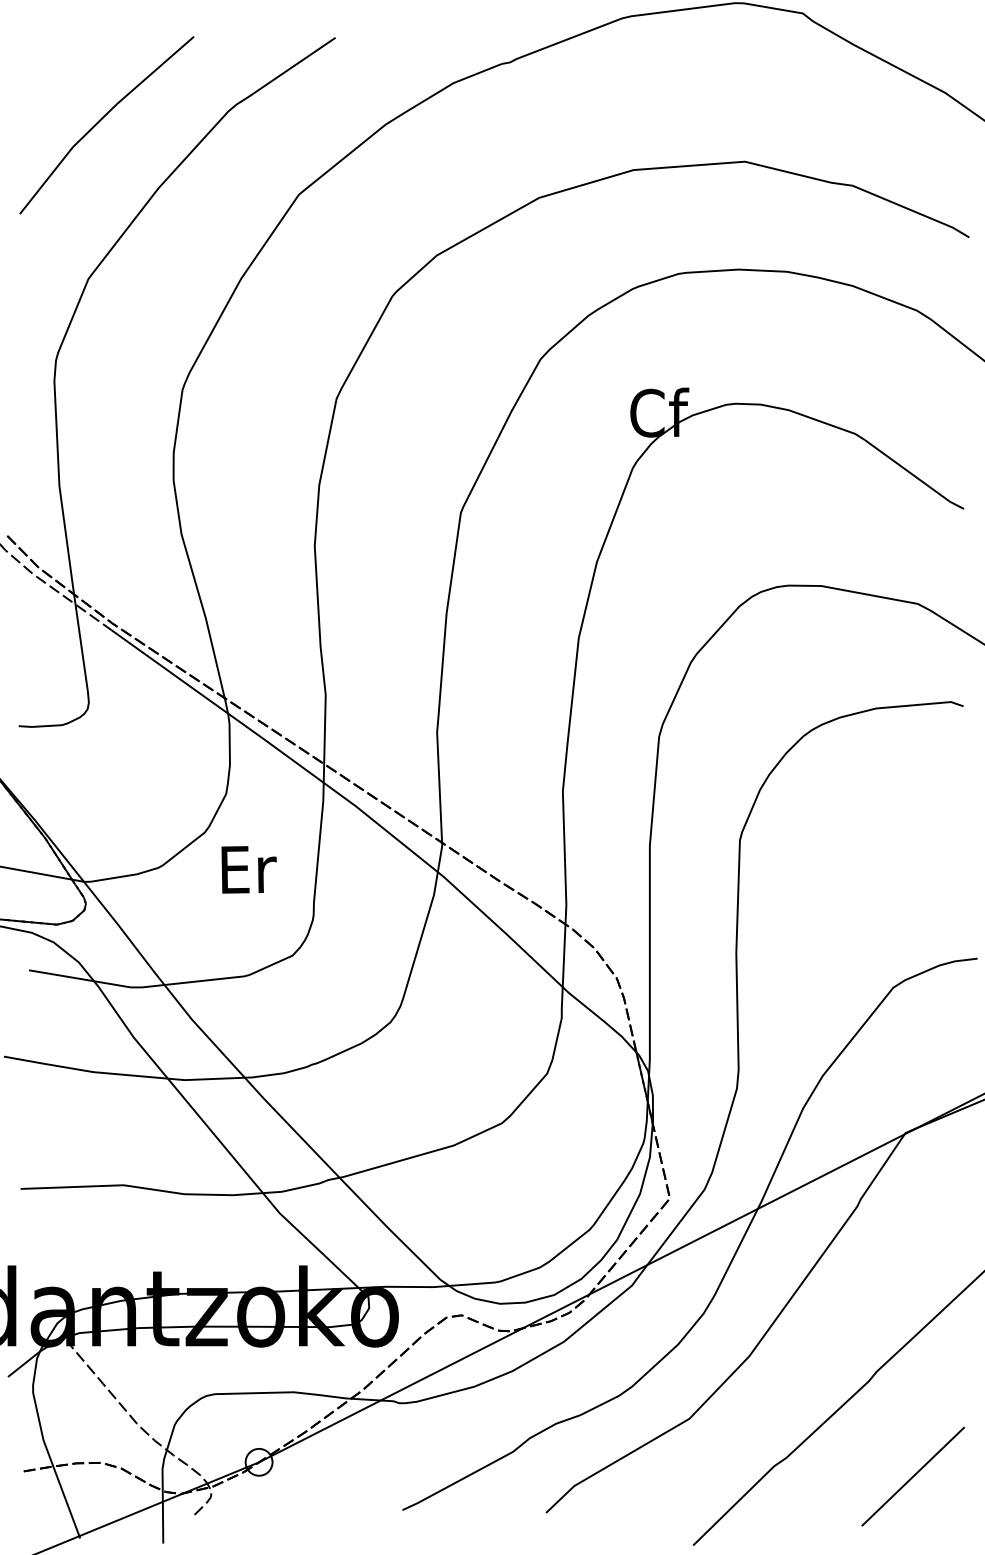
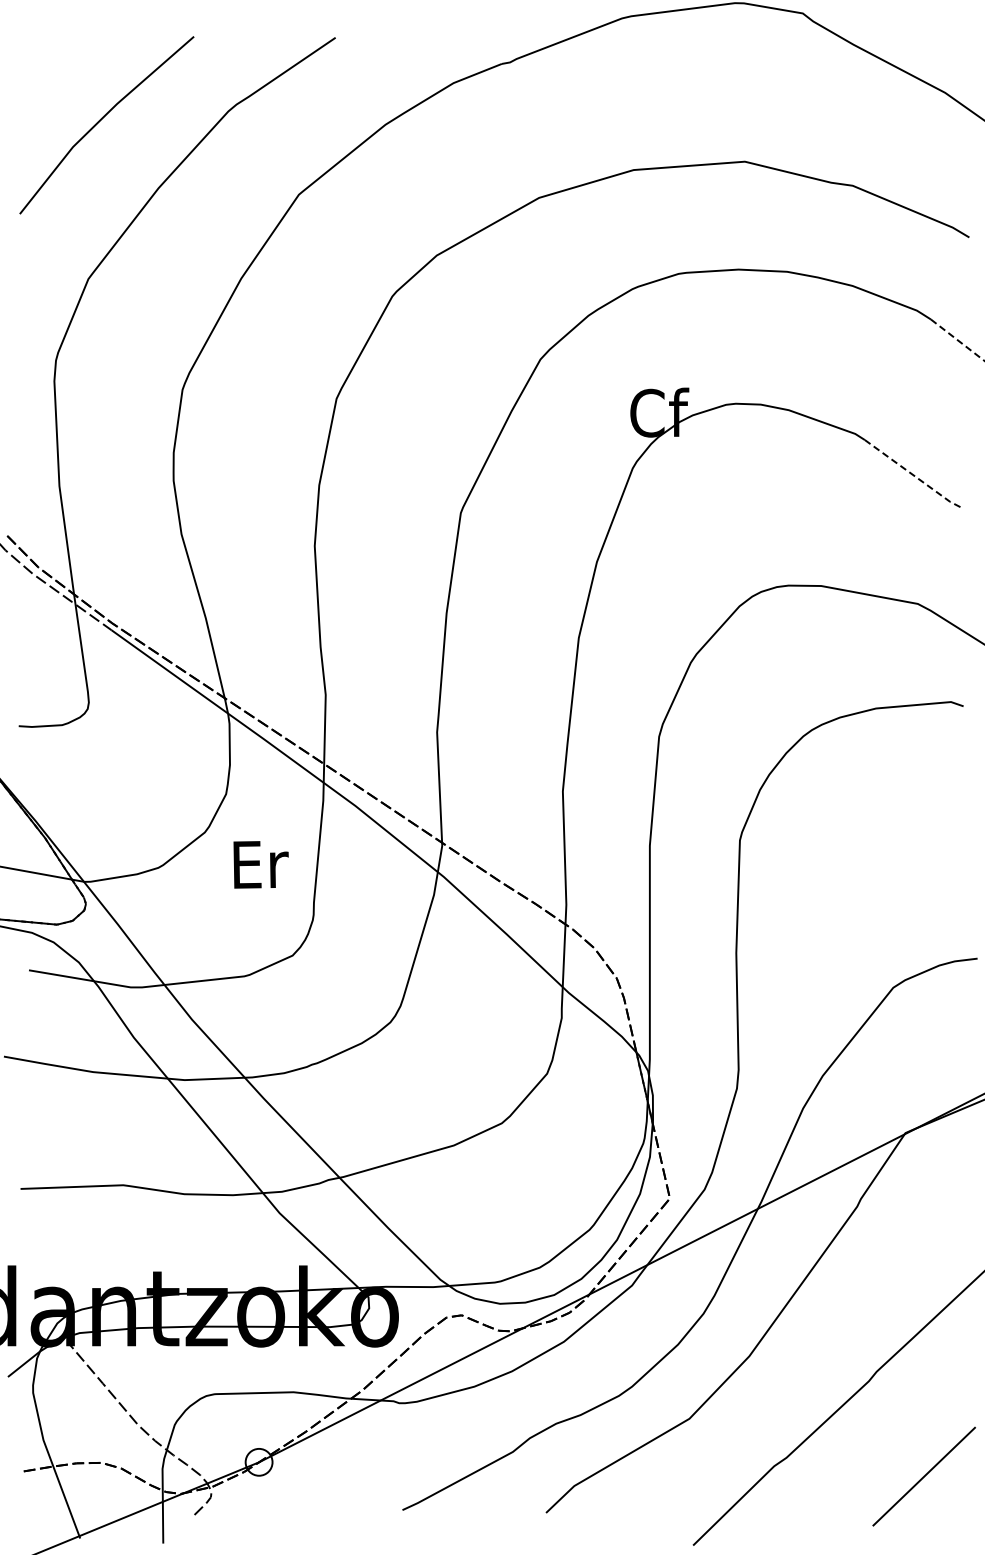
line at (957, 340): solid -> dashed
line at (914, 476): solid -> dashed
text at (248, 869) position: (248, 869) -> (260, 864)
line at (912, 1476) position: (912, 1476) -> (923, 1476)
